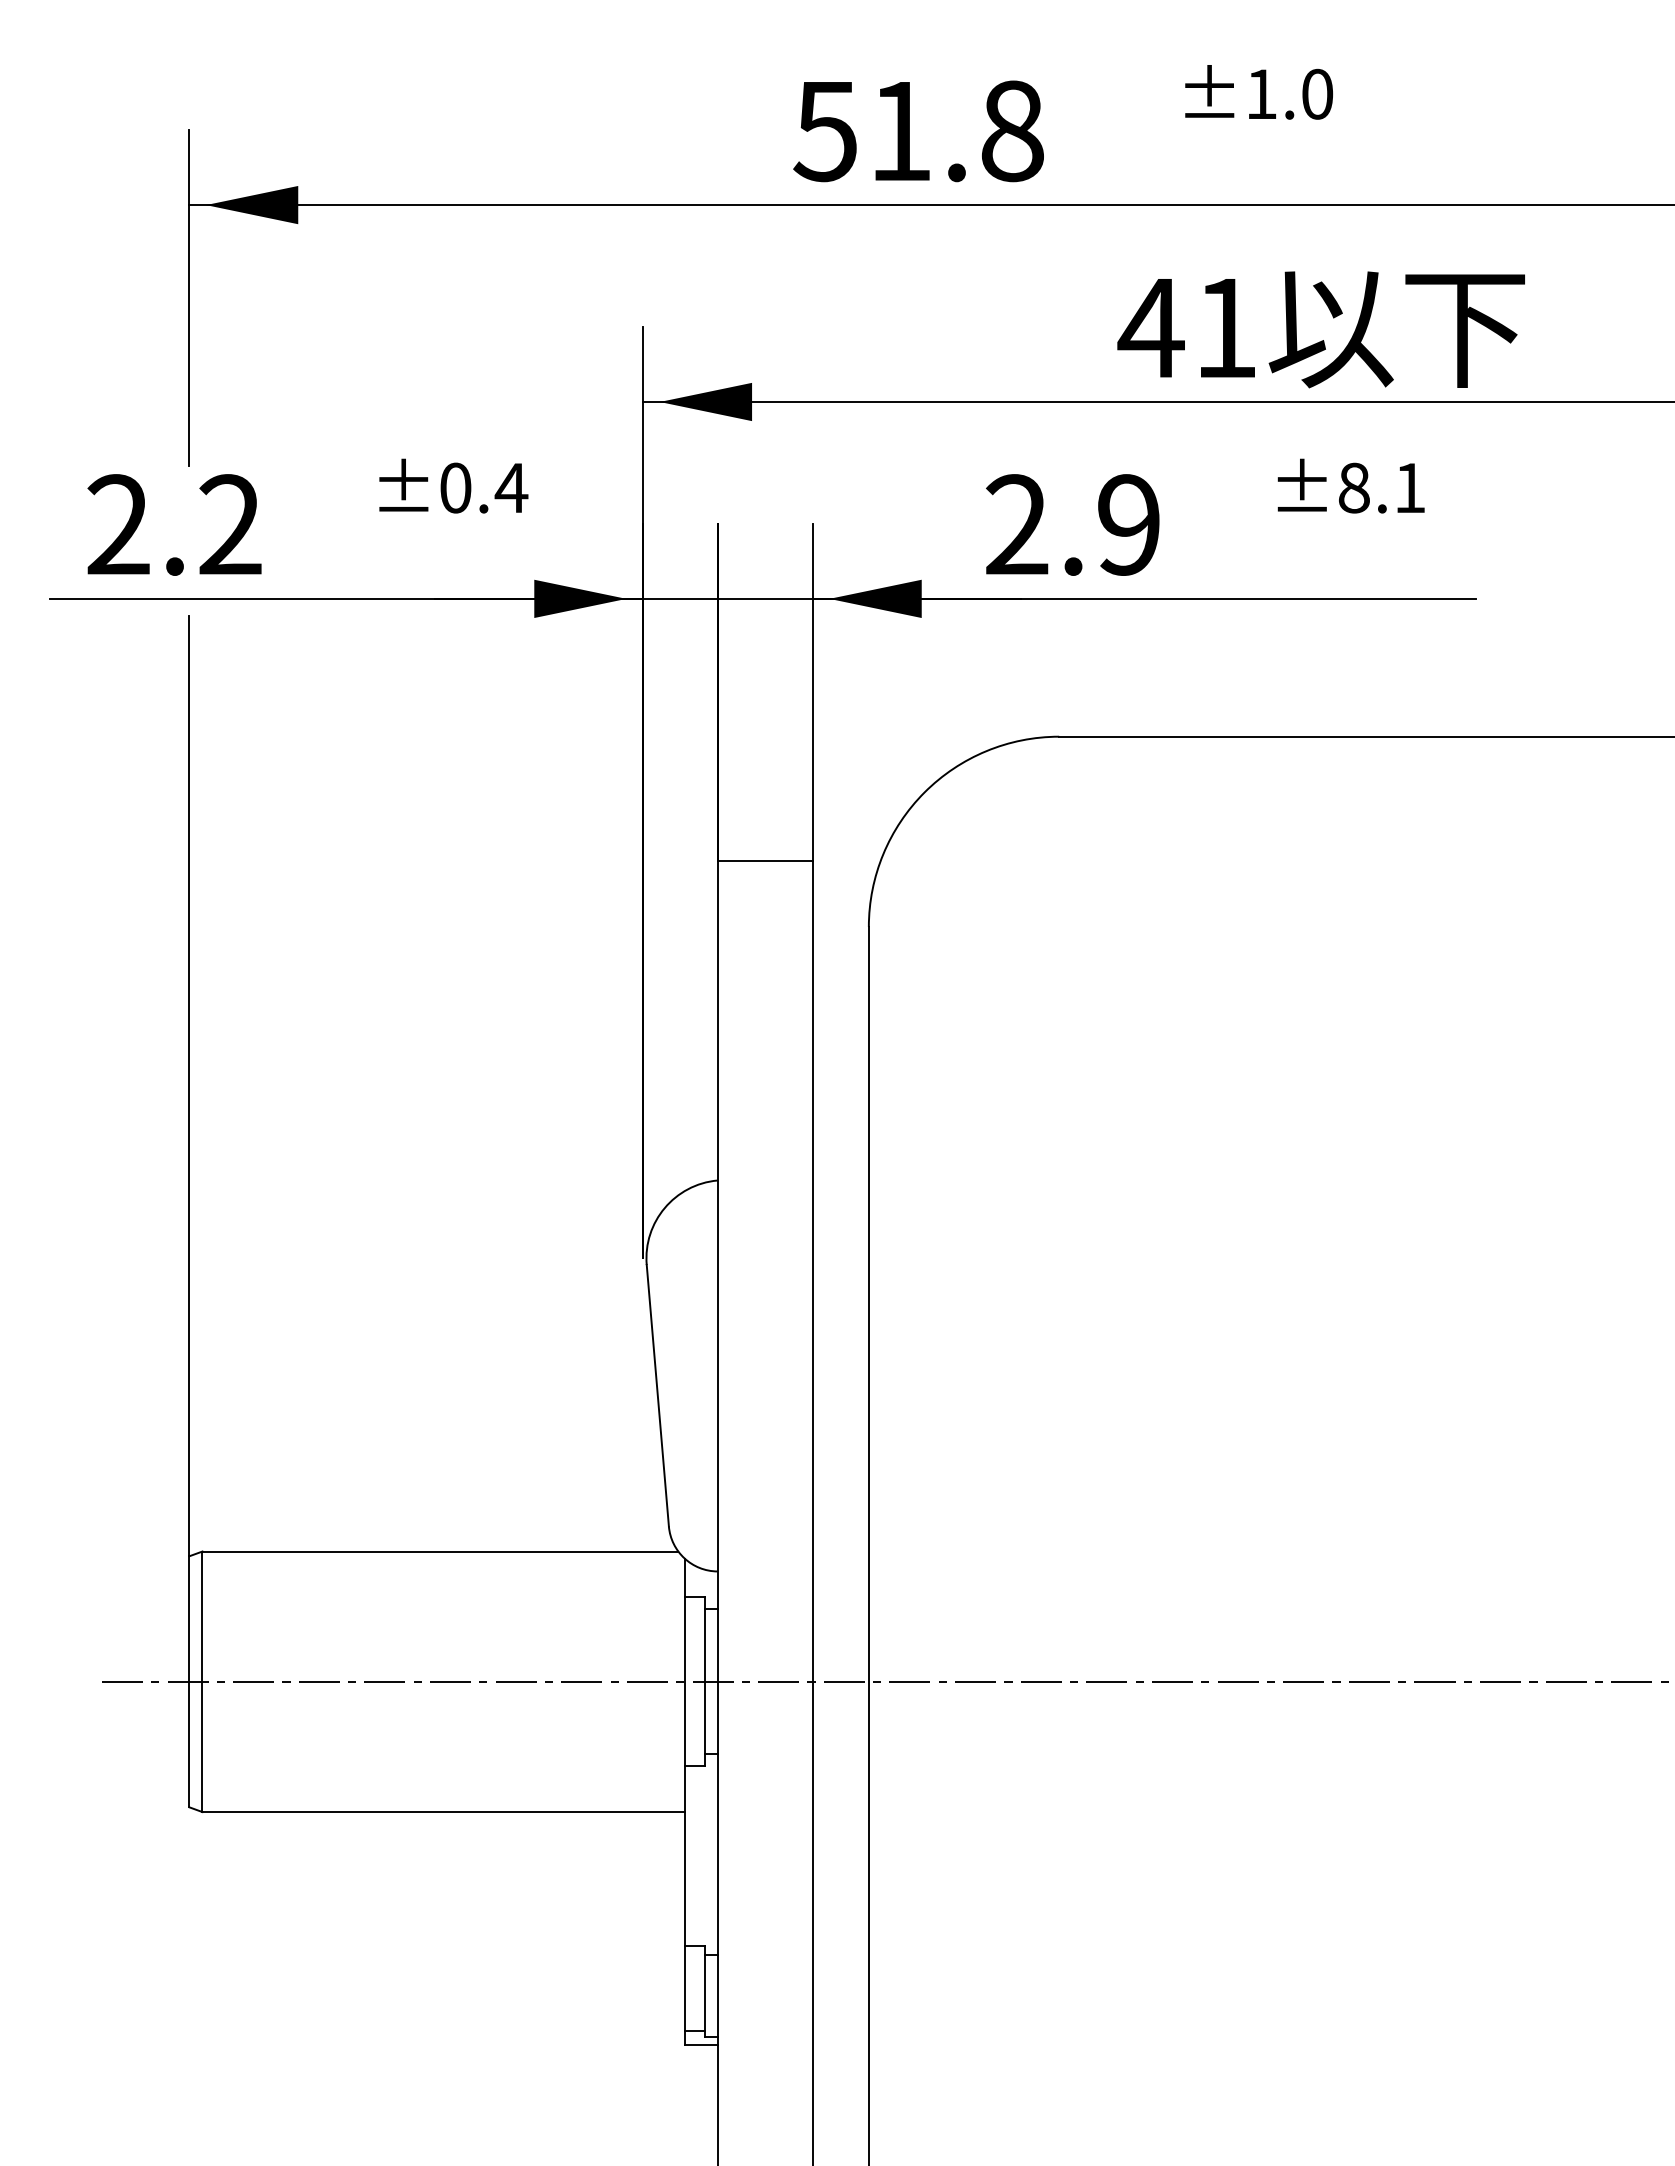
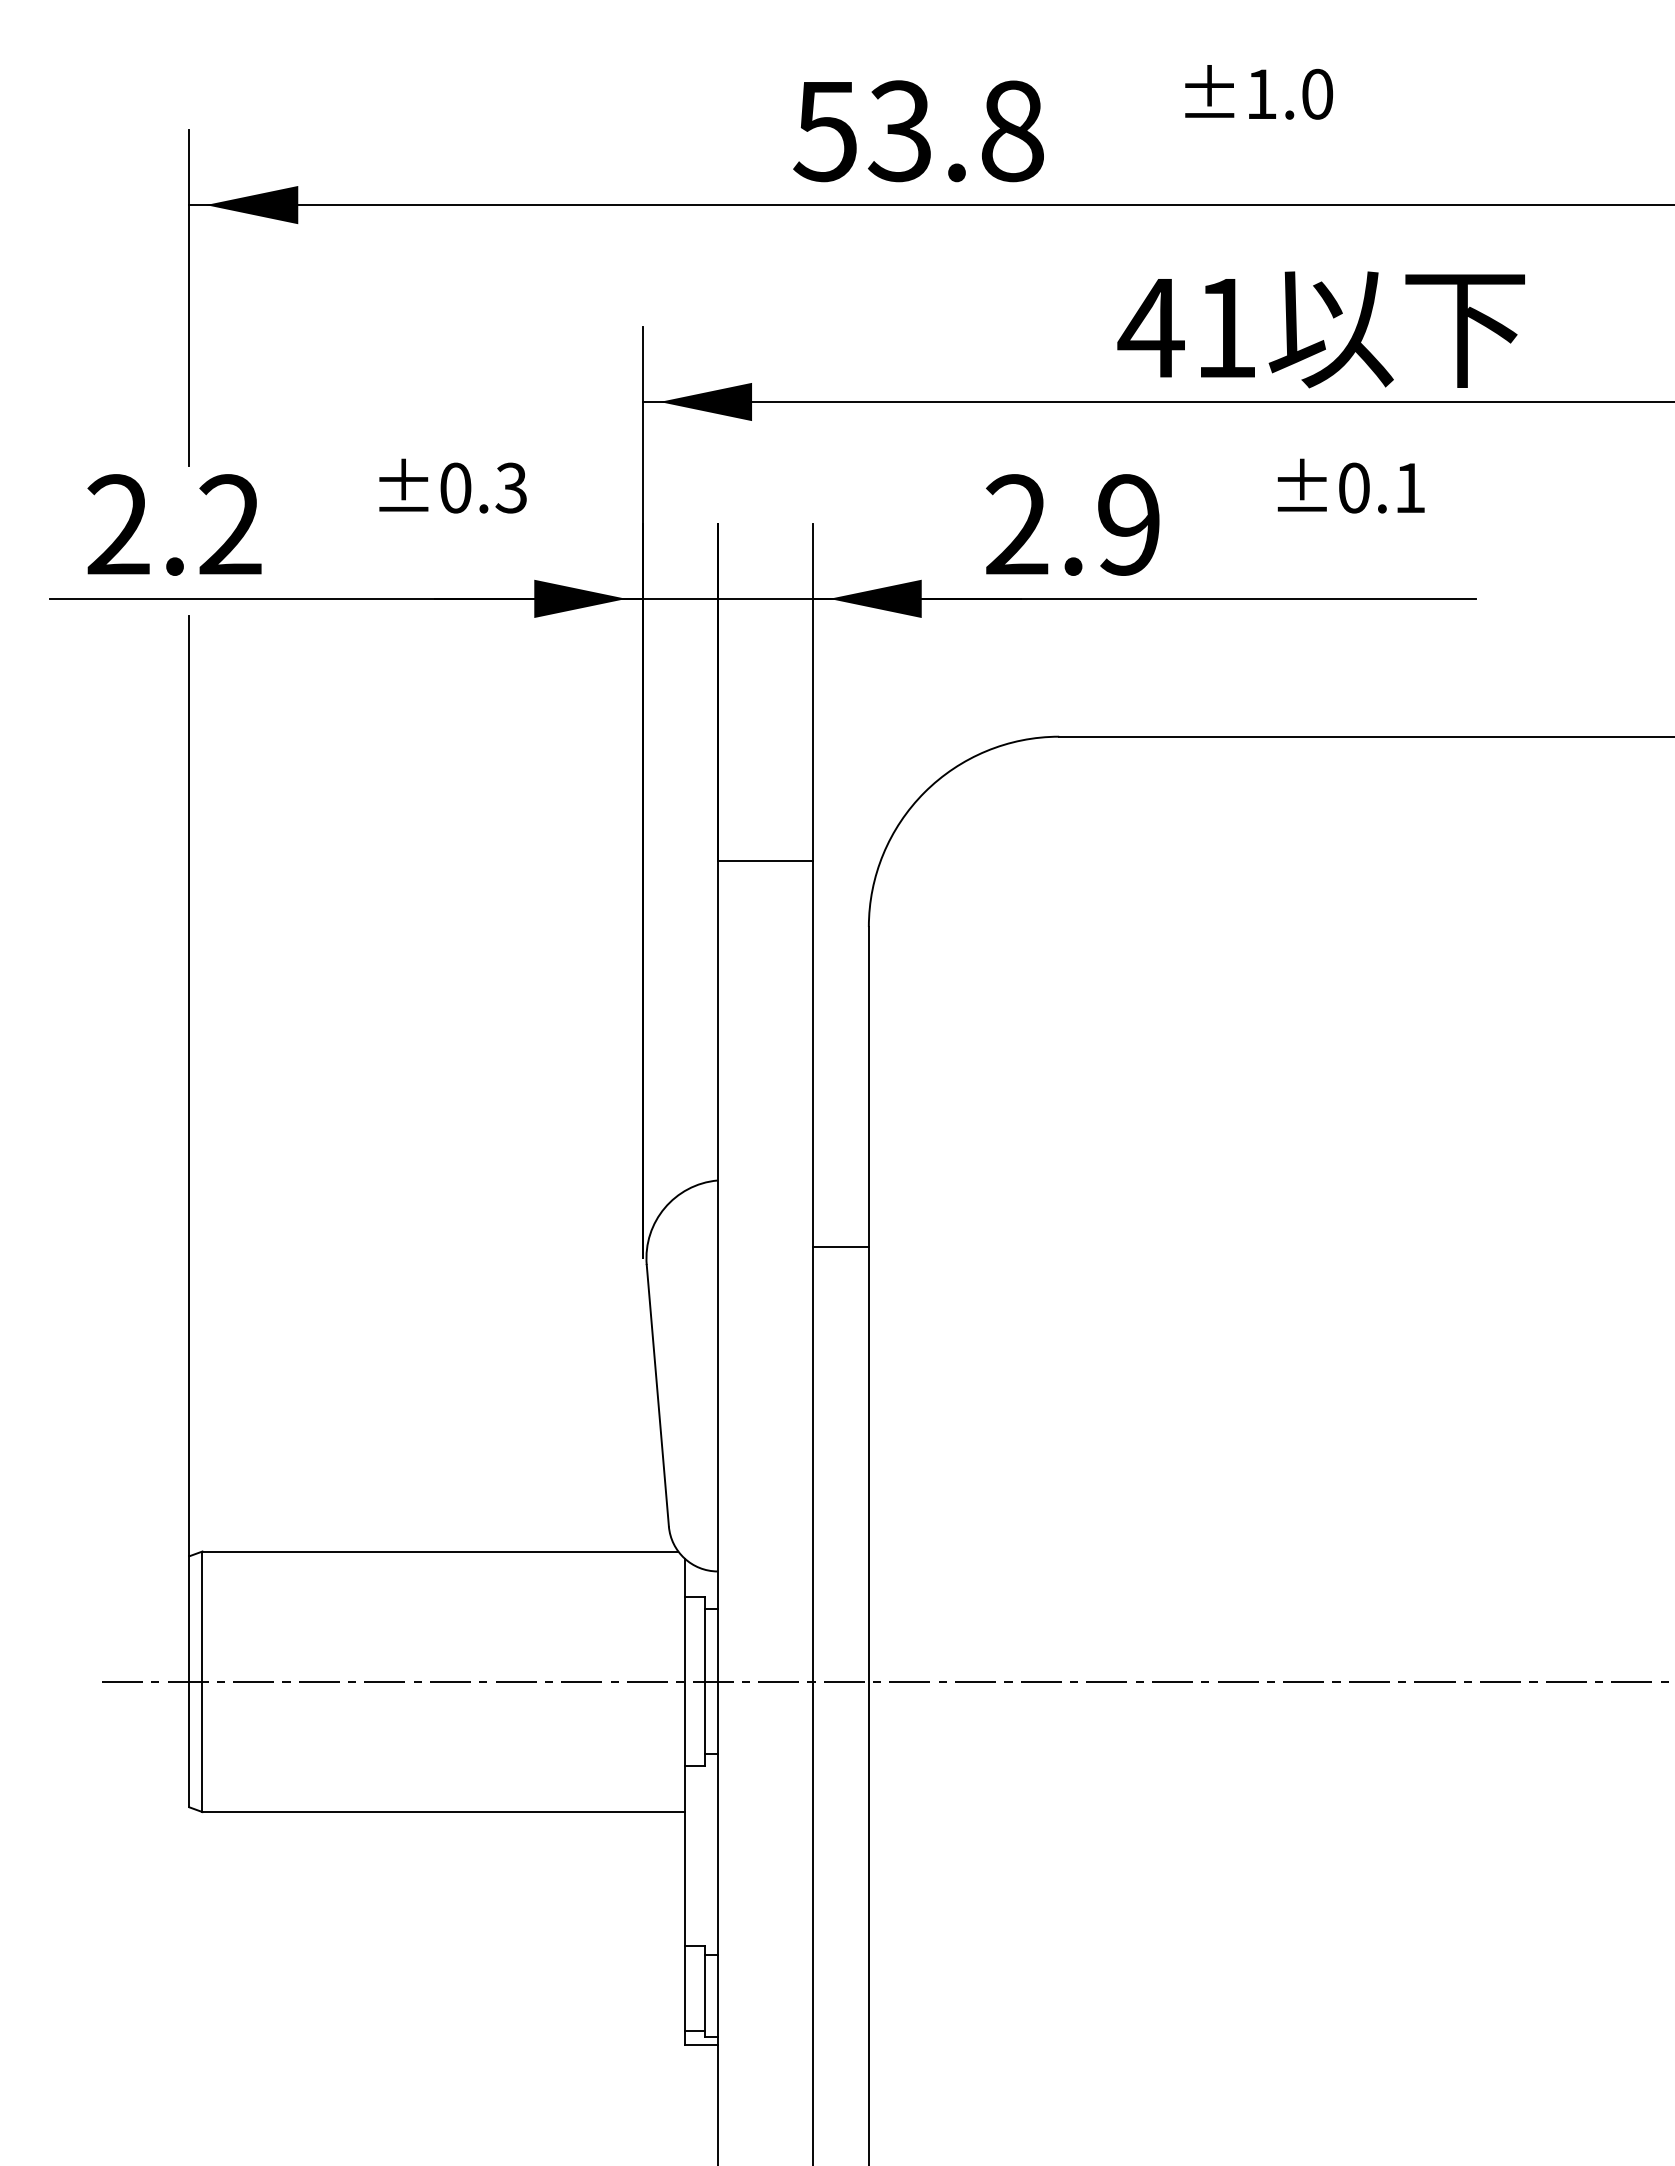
text at (899, 131): 51.8 -> 53.8
text at (511, 487): ±0.4 -> ±0.3
text at (1354, 487): ±8.1 -> ±0.1
line at (840, 1246): none -> present
